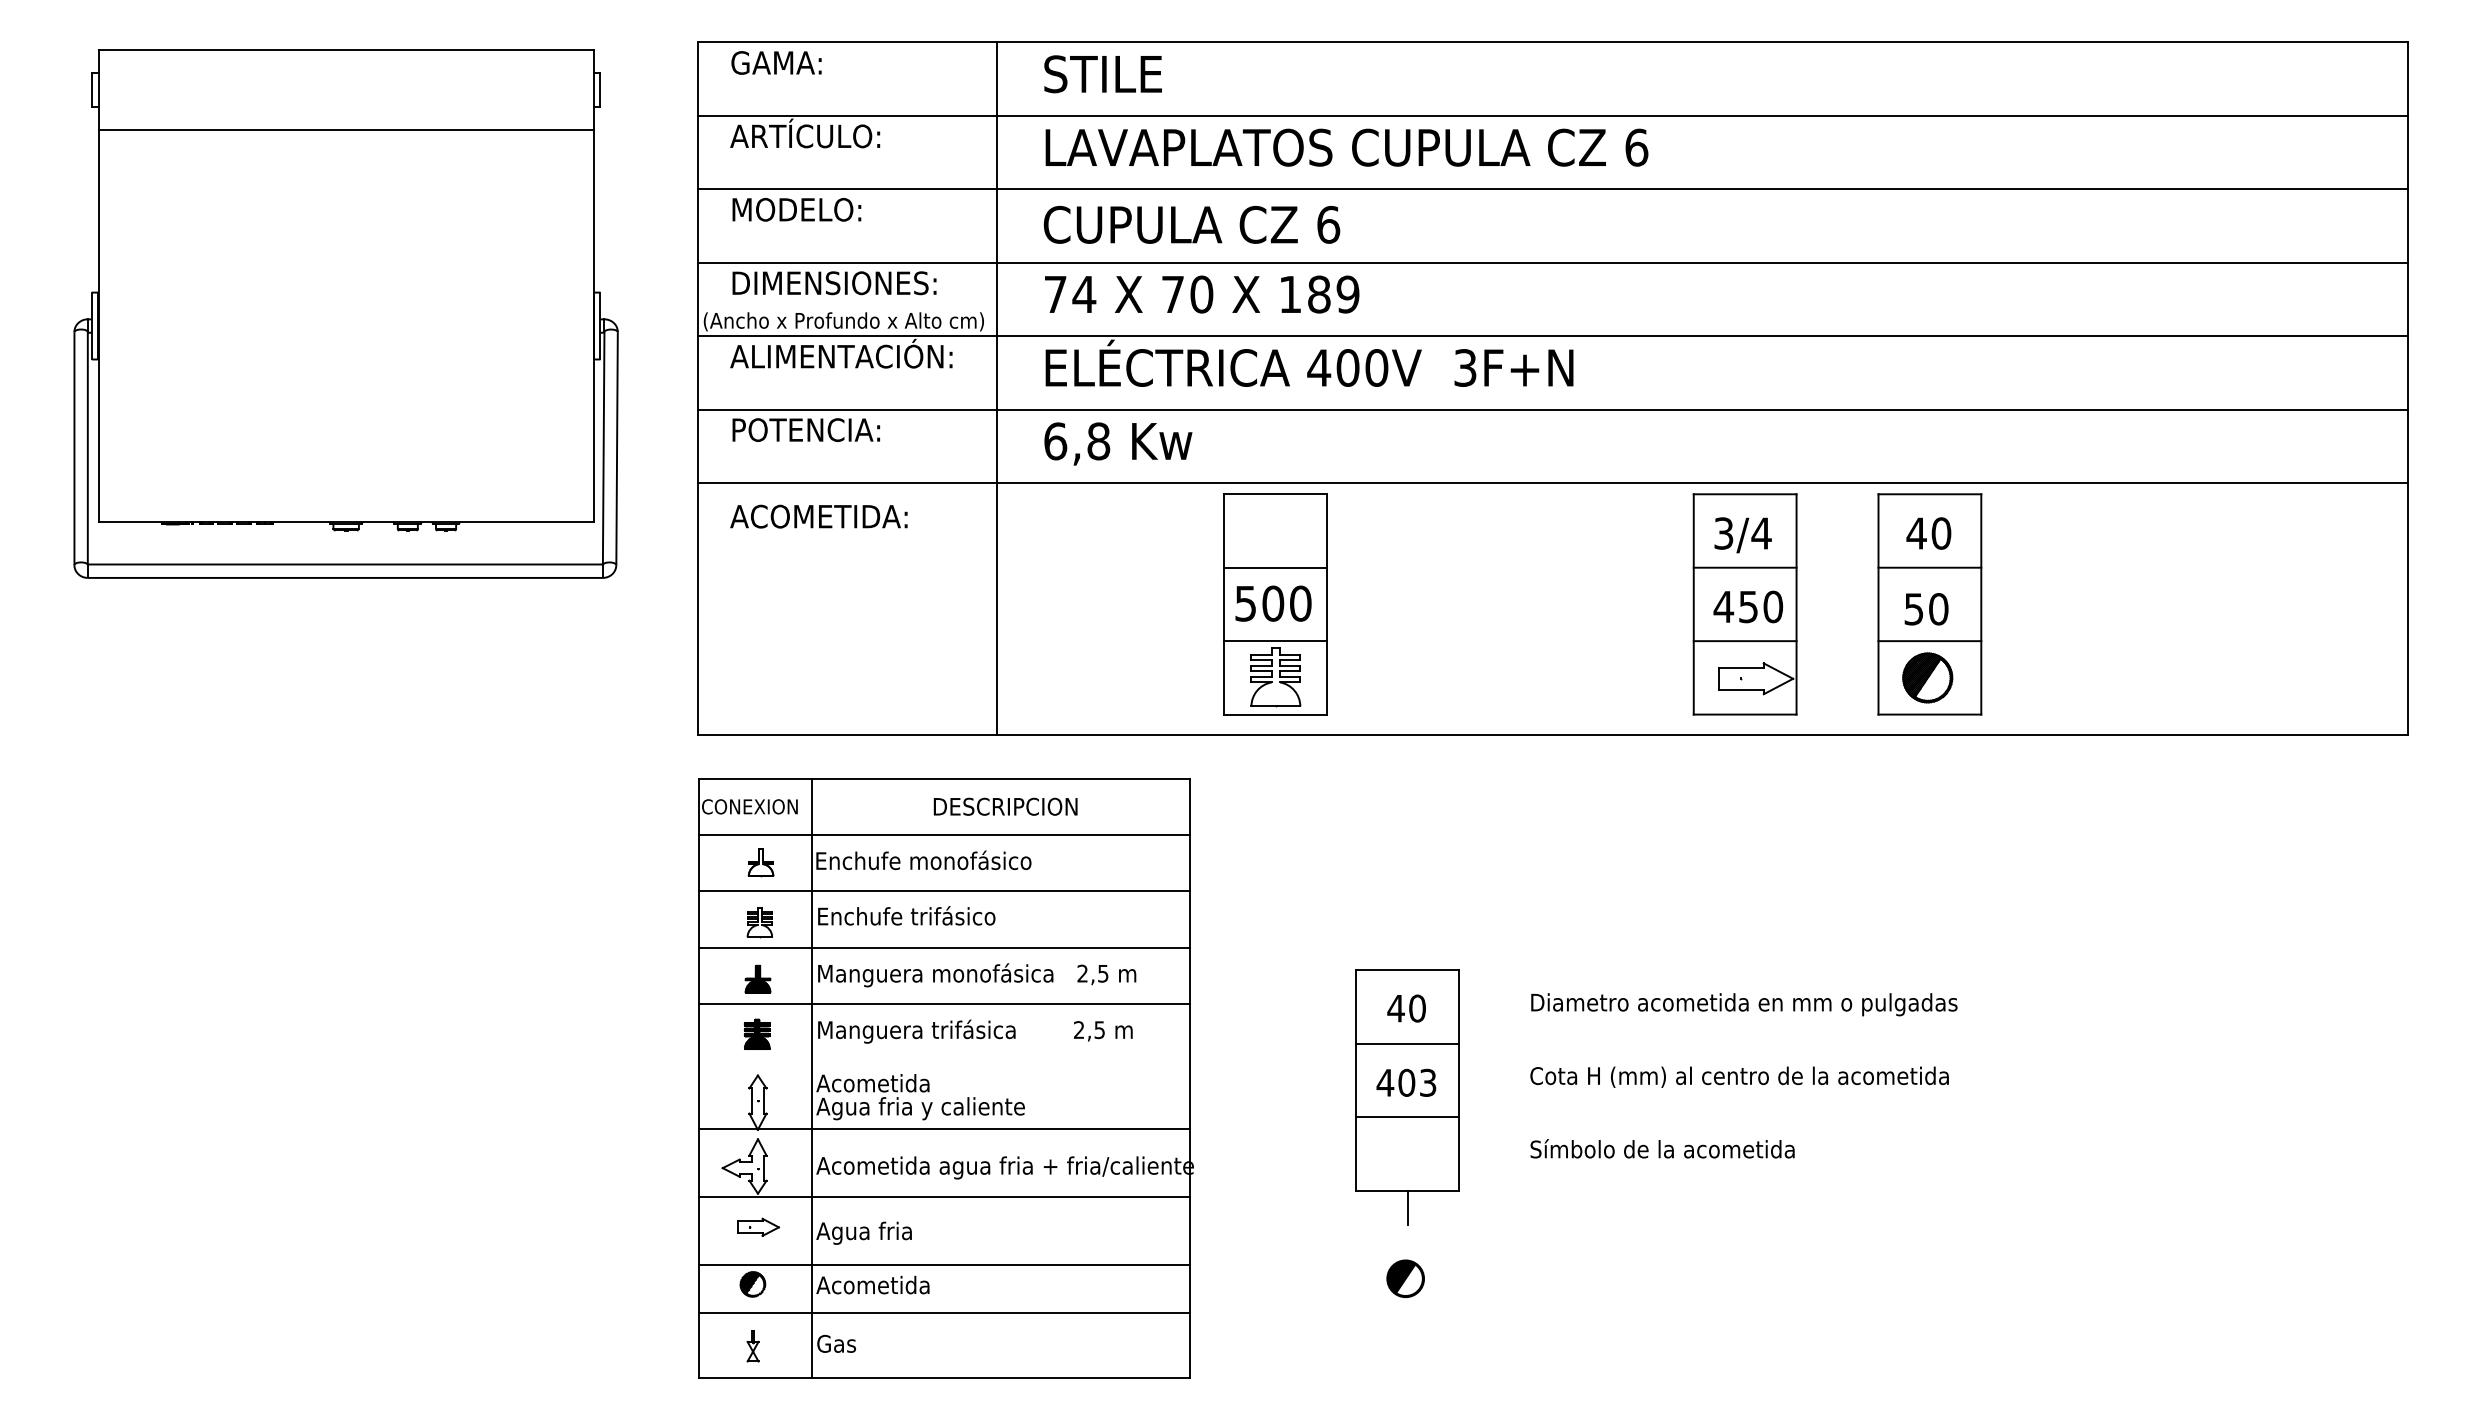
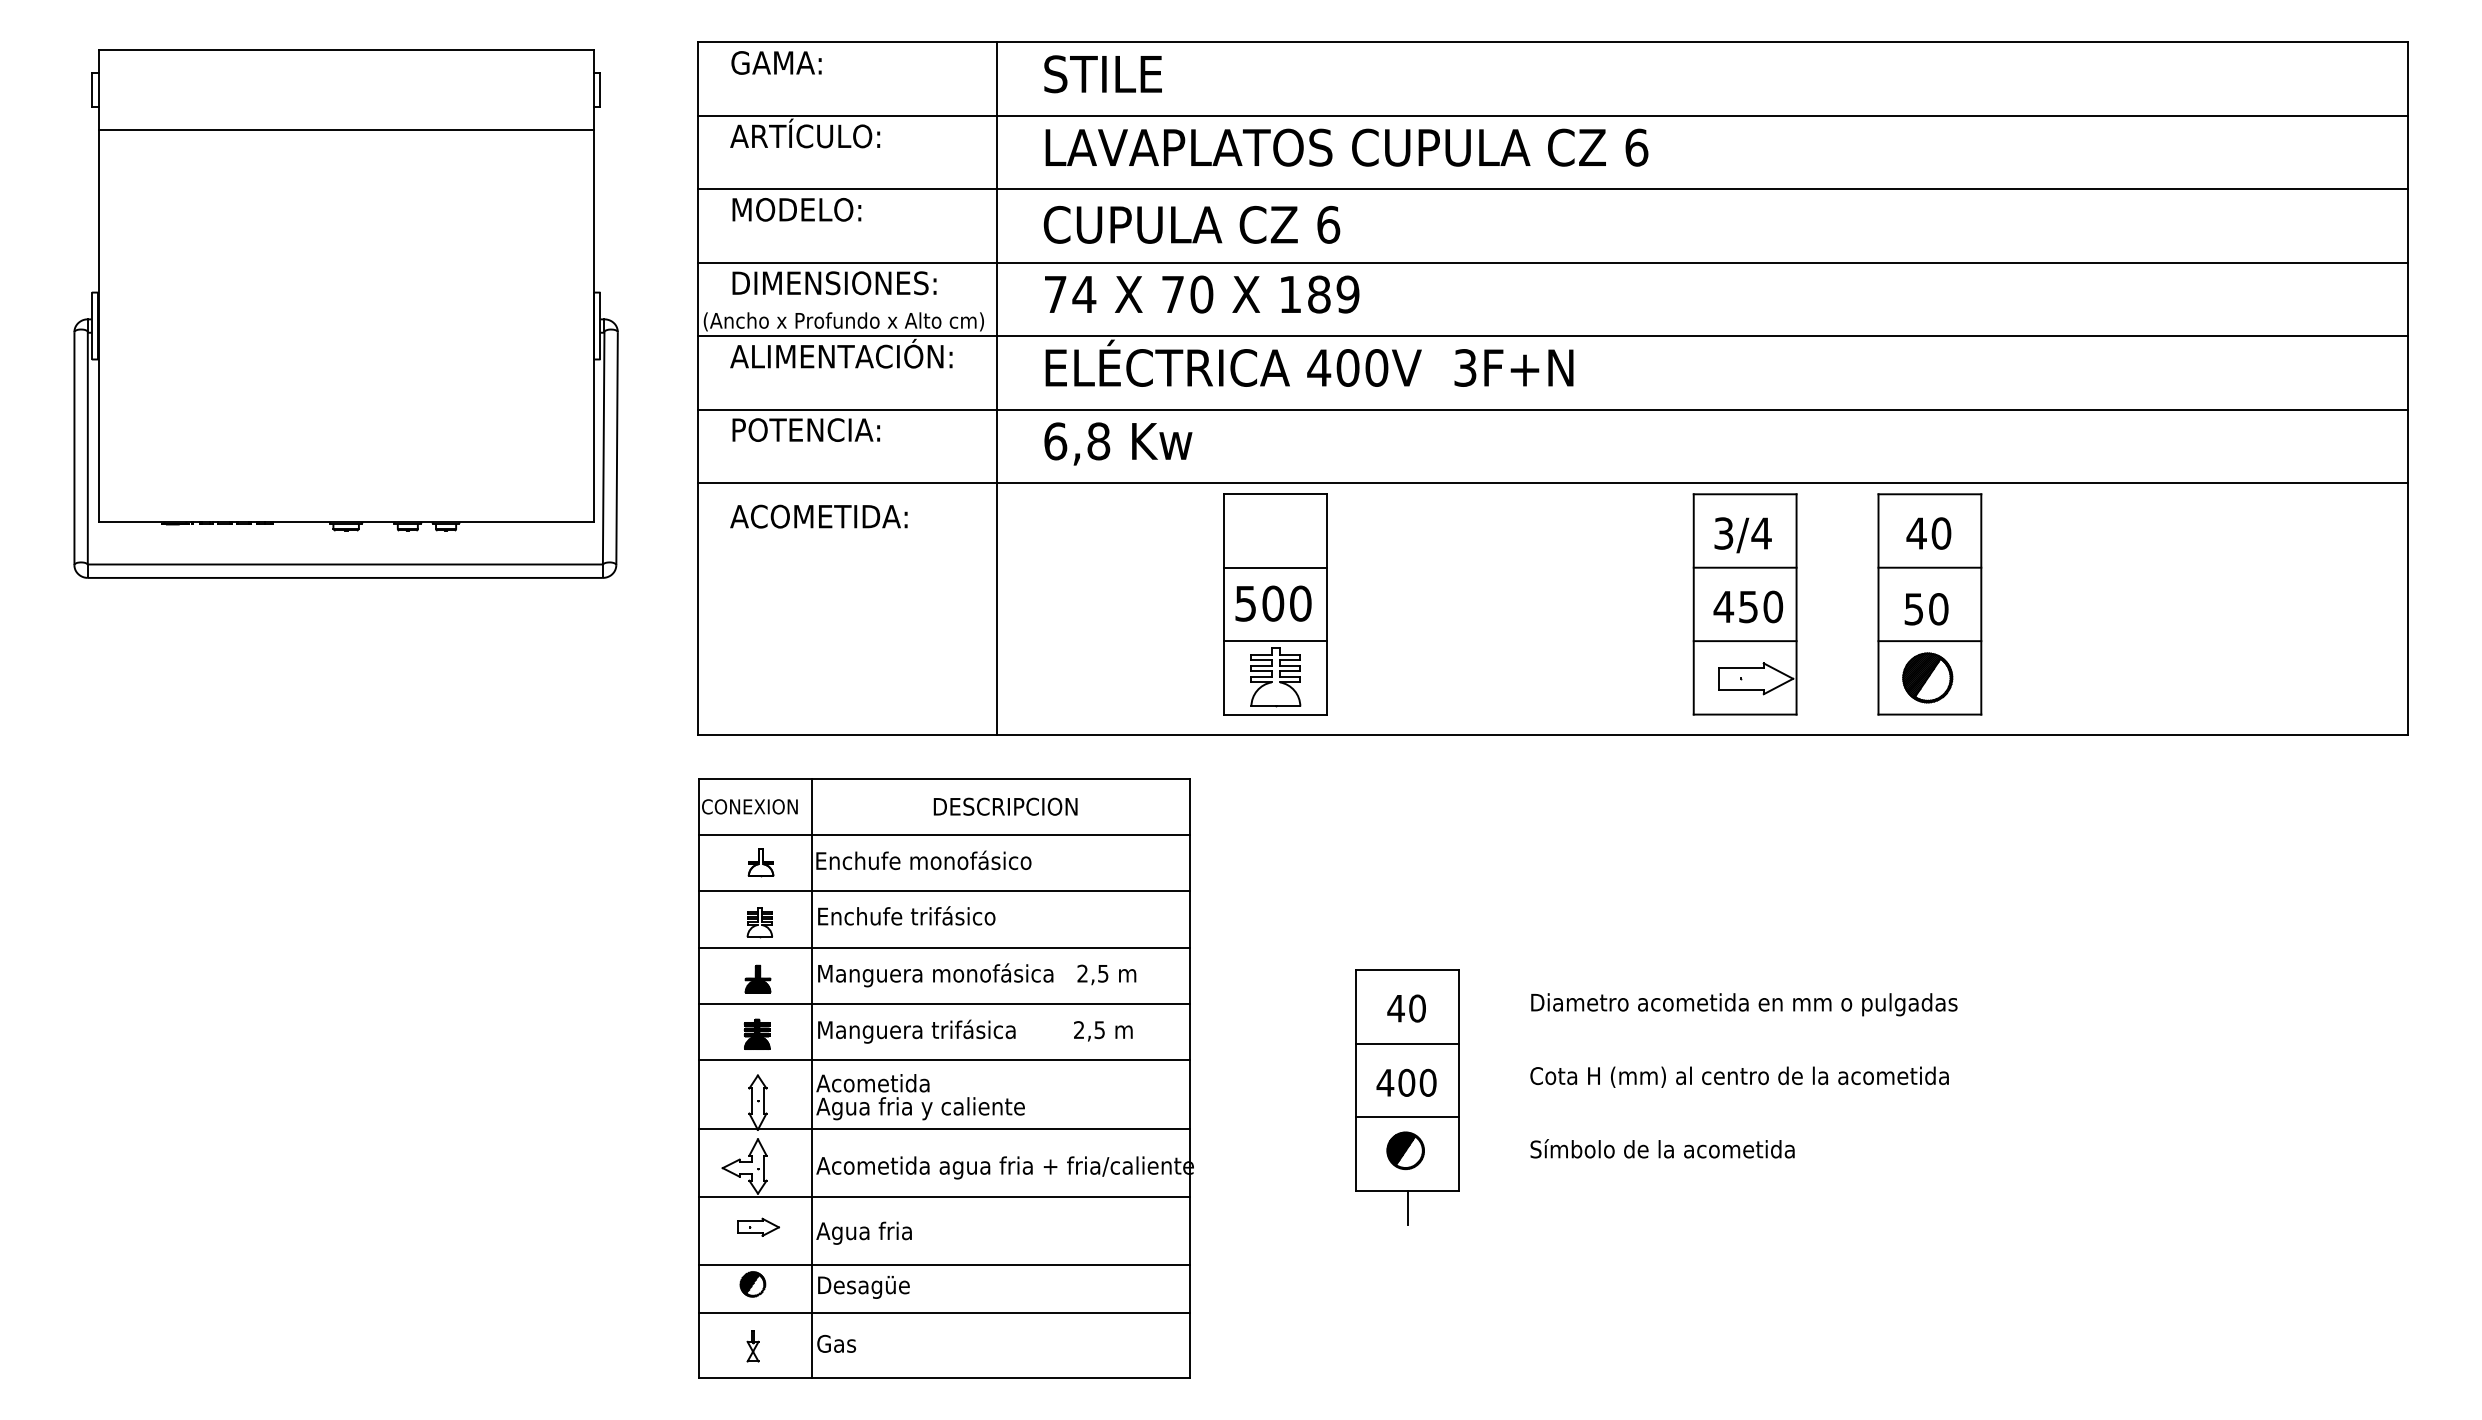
line at (944, 1060): none -> present
text at (1427, 1082): 403 -> 400
part at (1405, 1278) position: (1405, 1278) -> (1405, 1150)
text at (872, 1286): Acometida -> Desagüe
